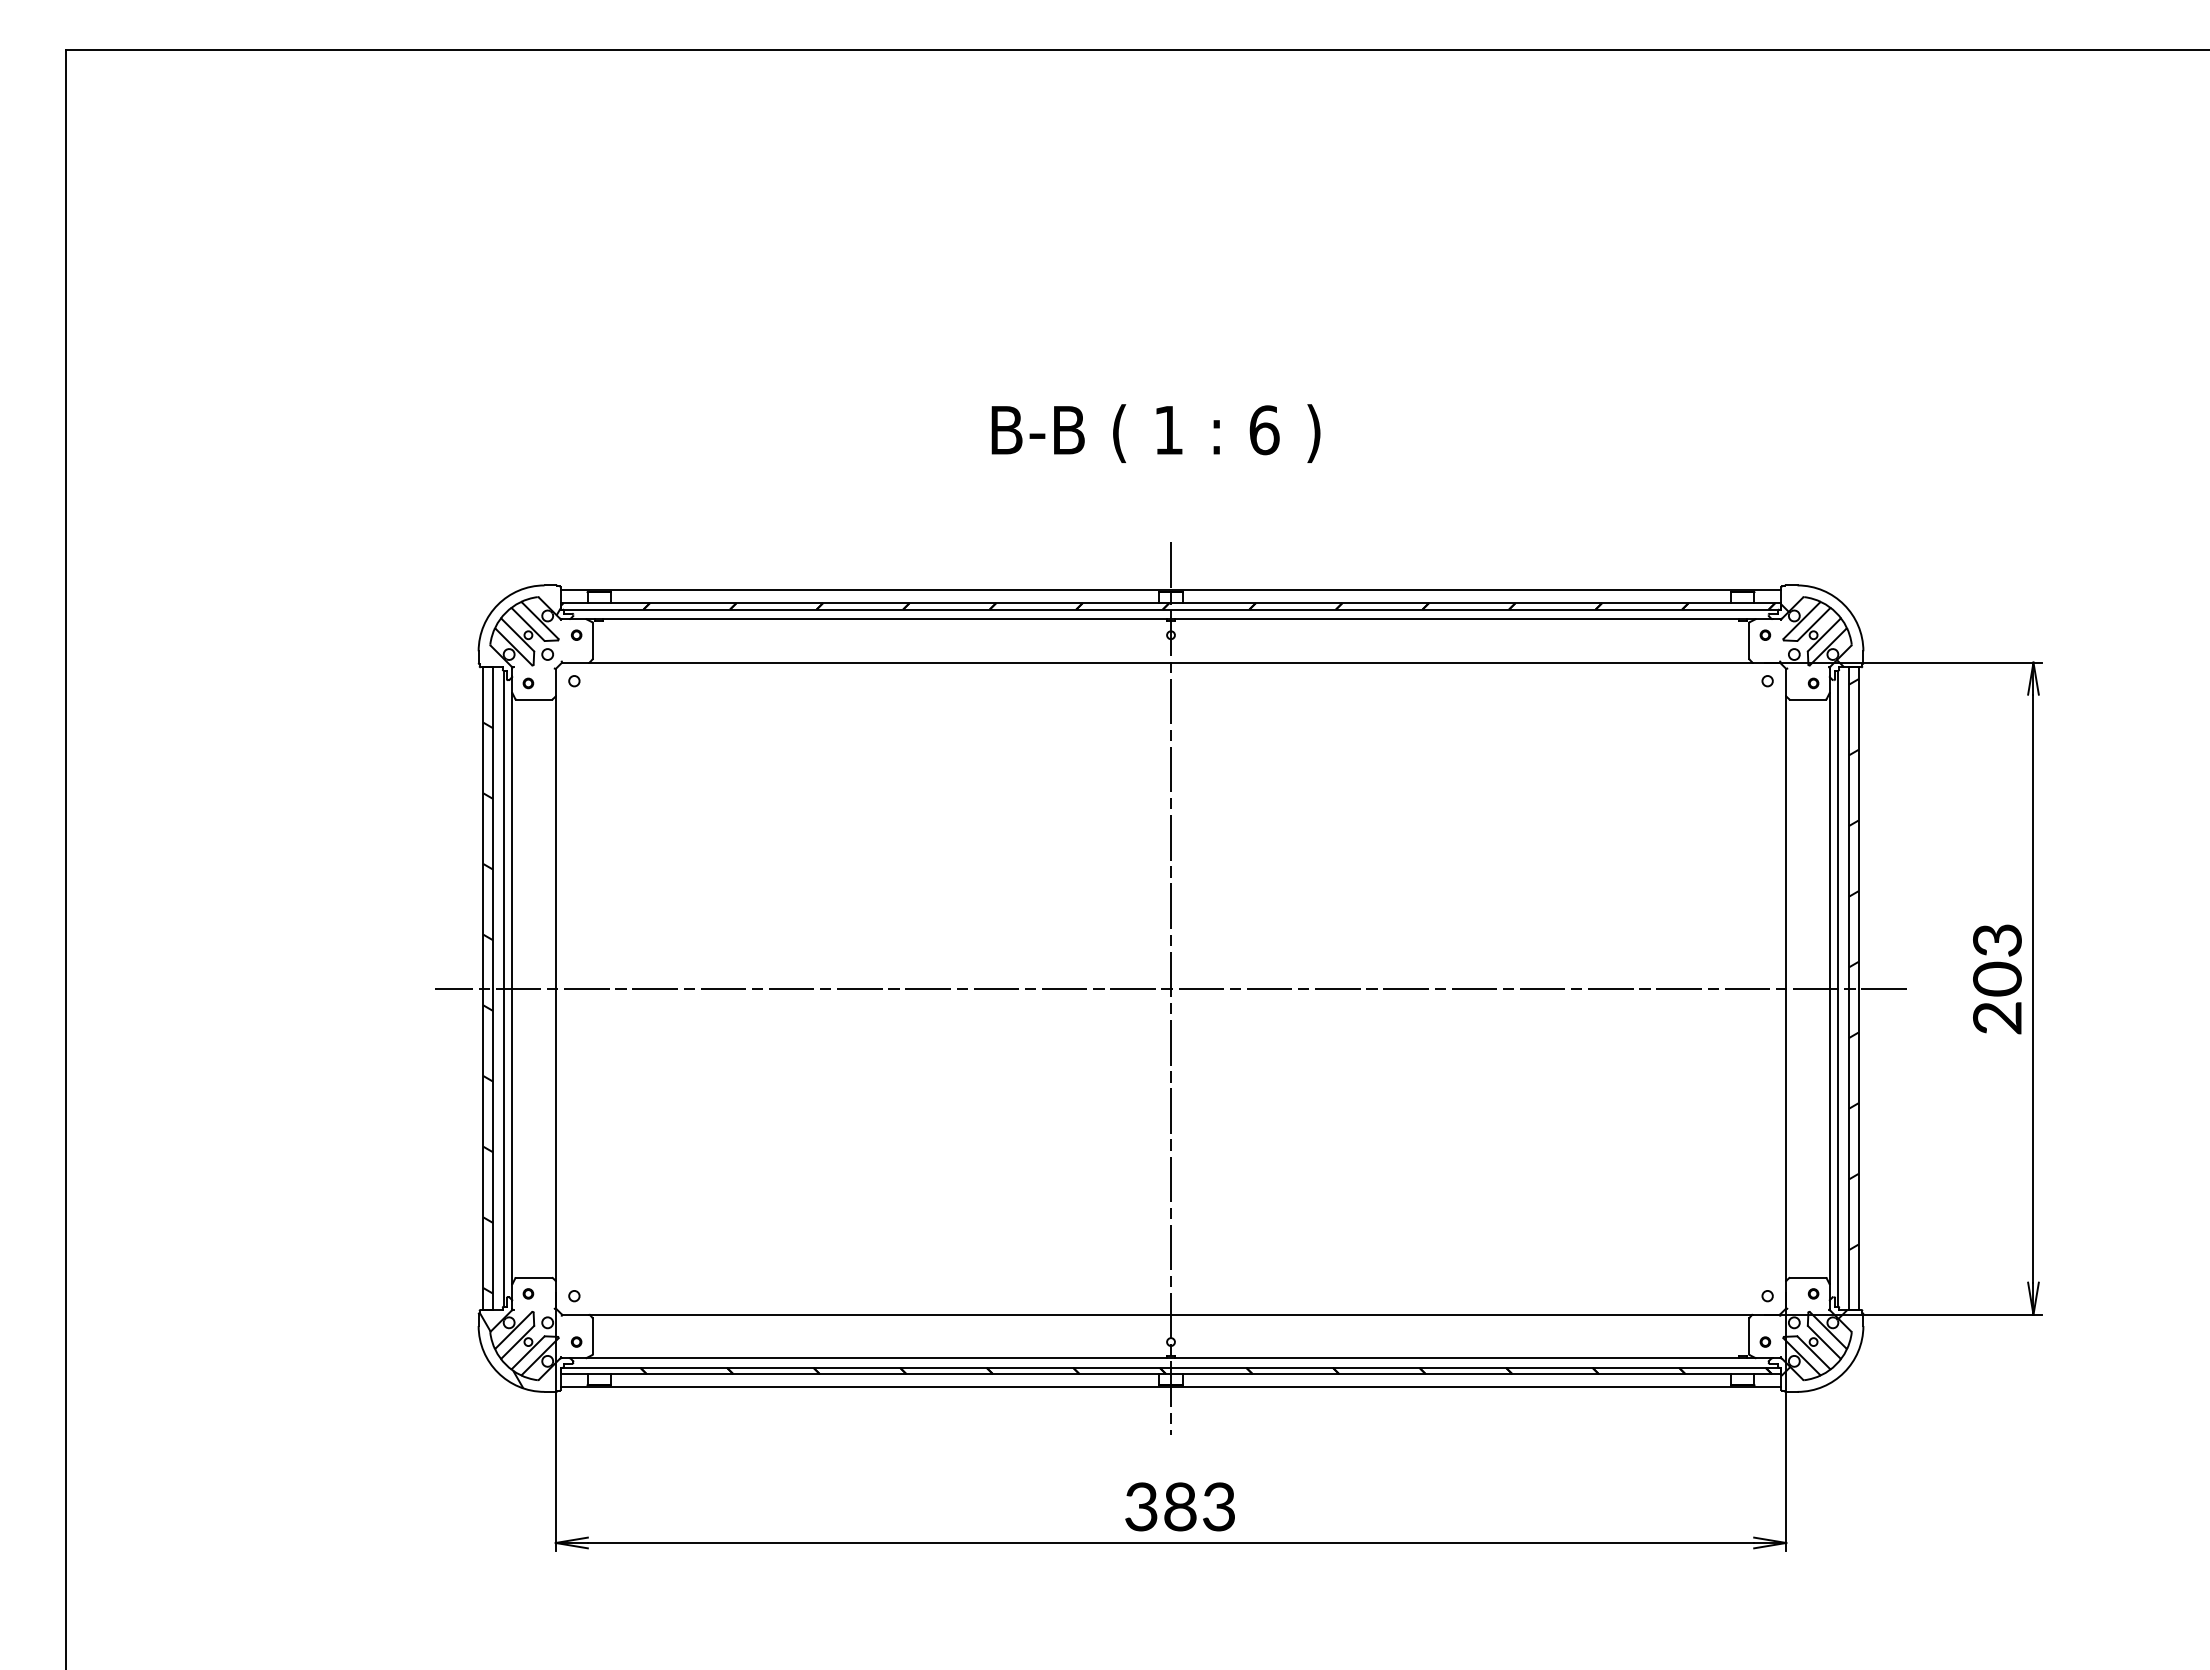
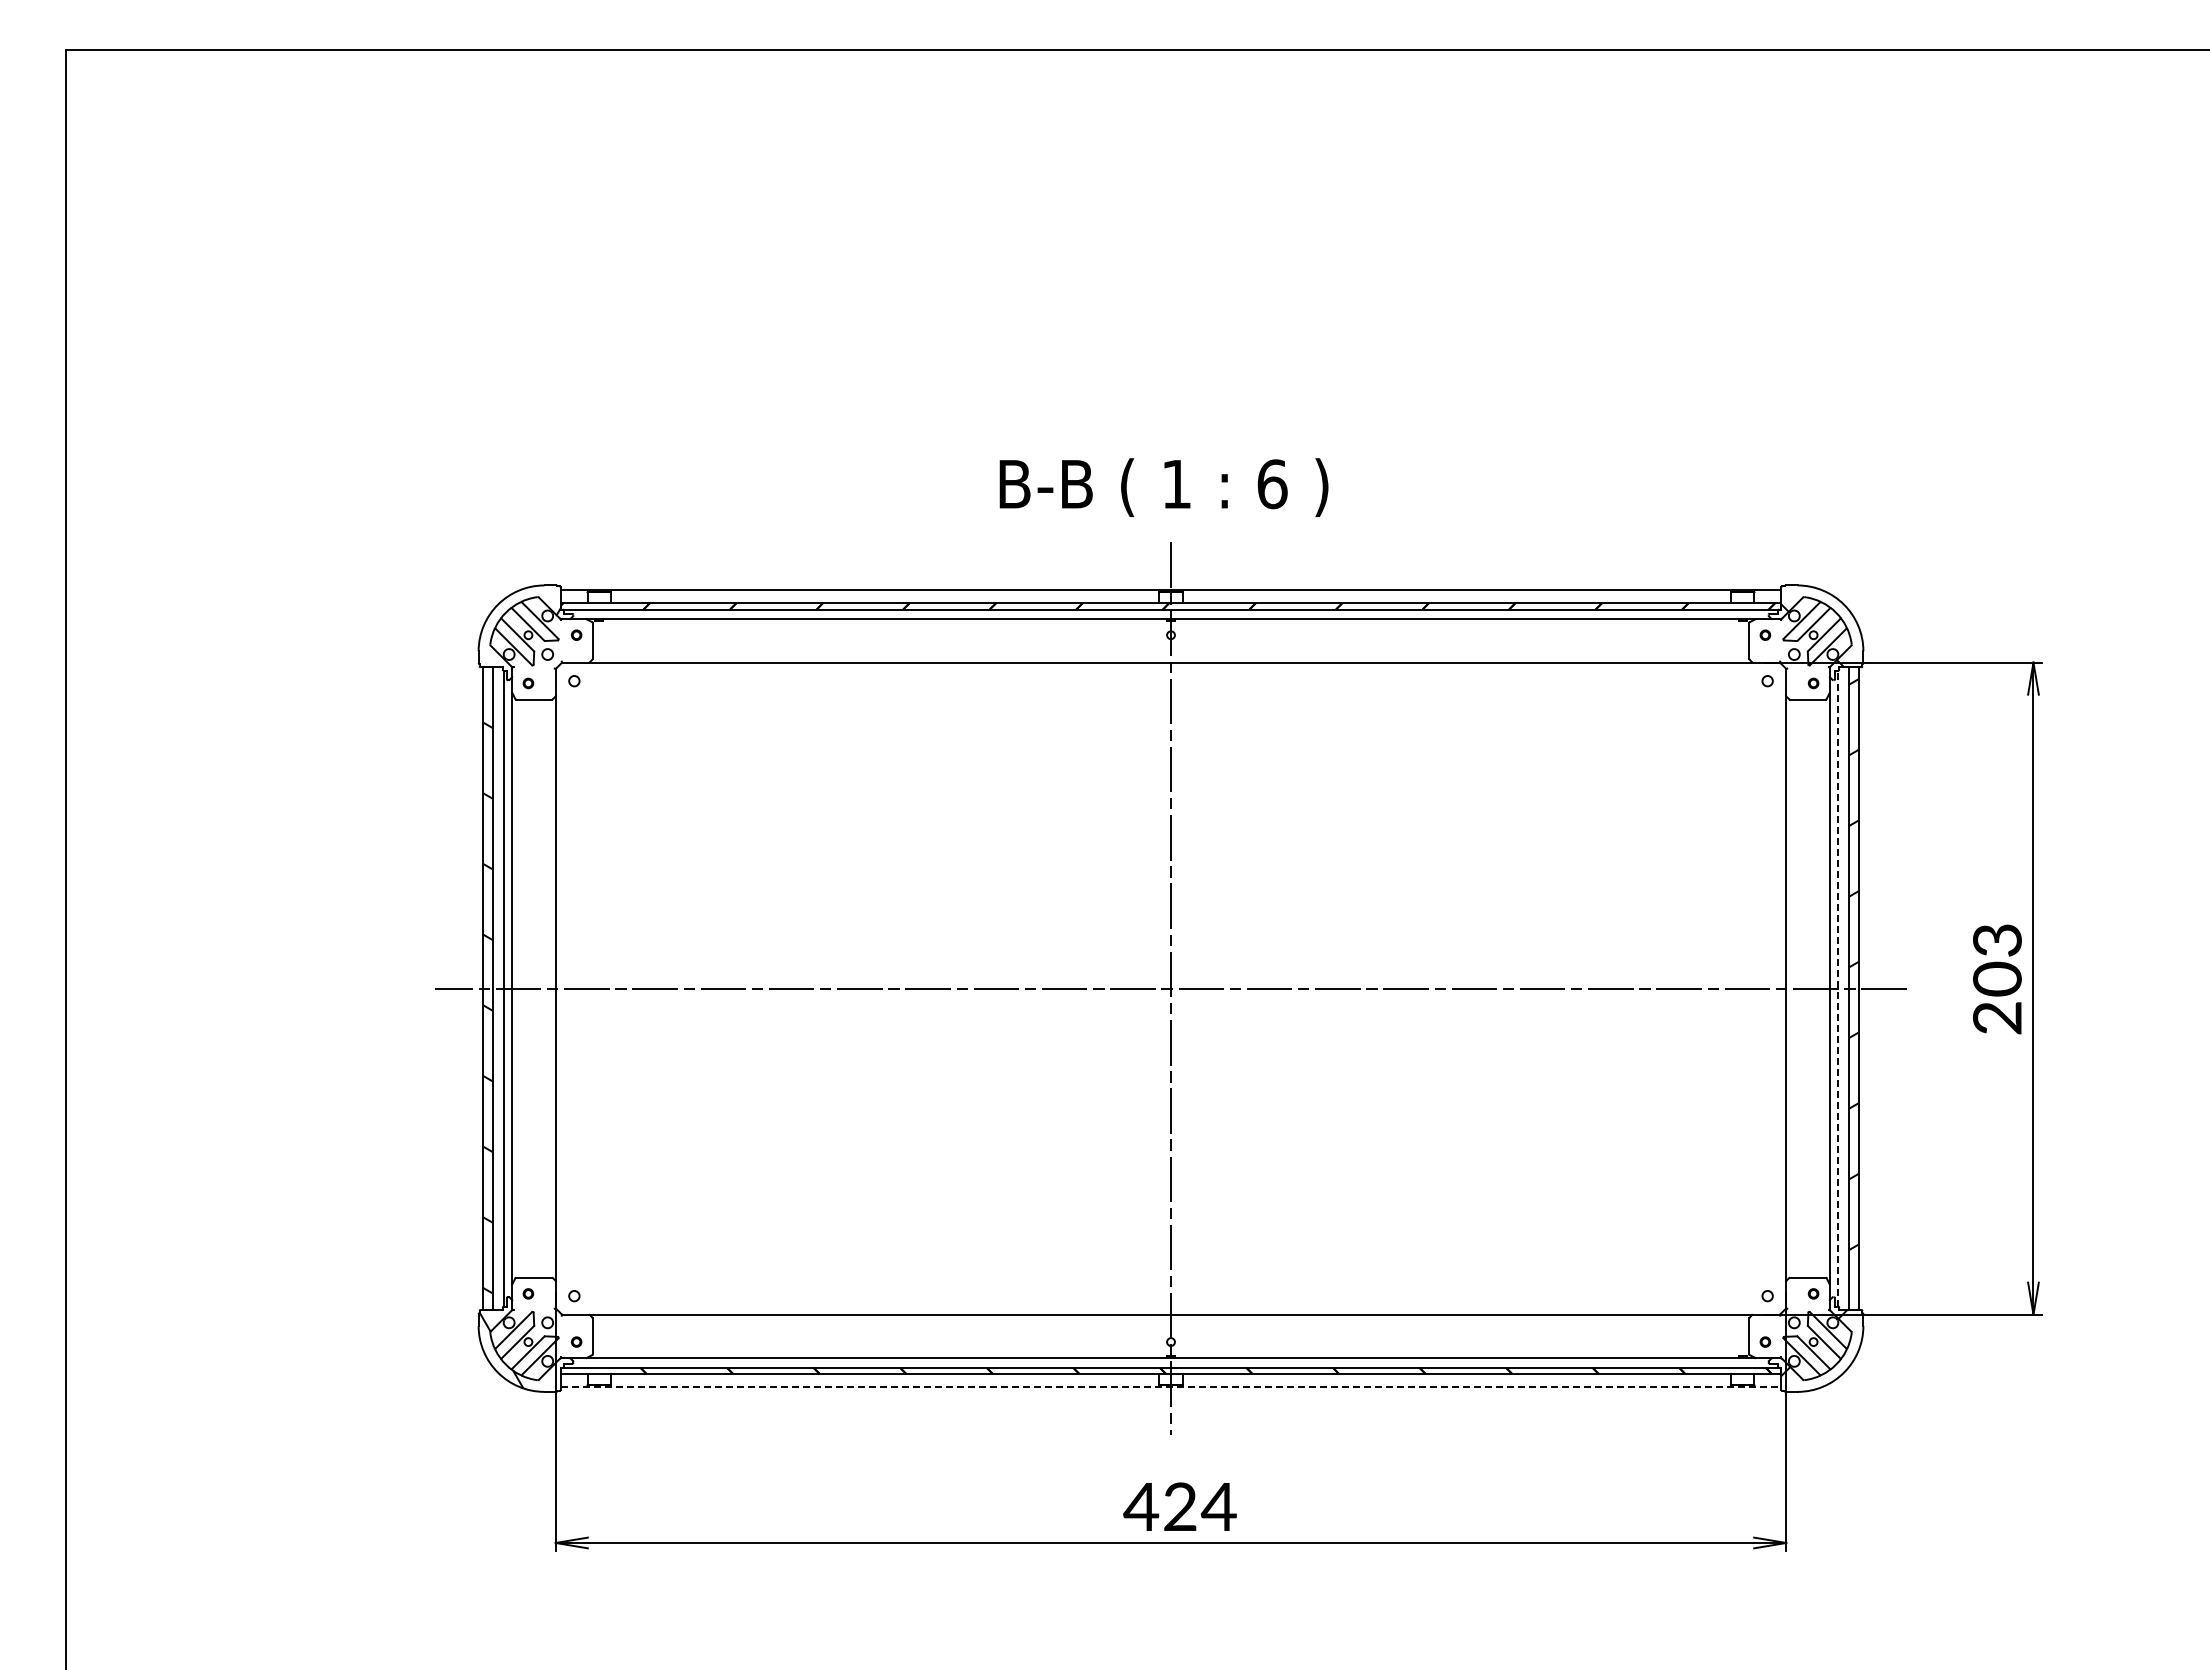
text at (1155, 433) position: (1155, 433) -> (1163, 487)
line at (1837, 988): solid -> dashed
line at (1171, 1387): solid -> dashed
text at (1179, 1506): 383 -> 424
